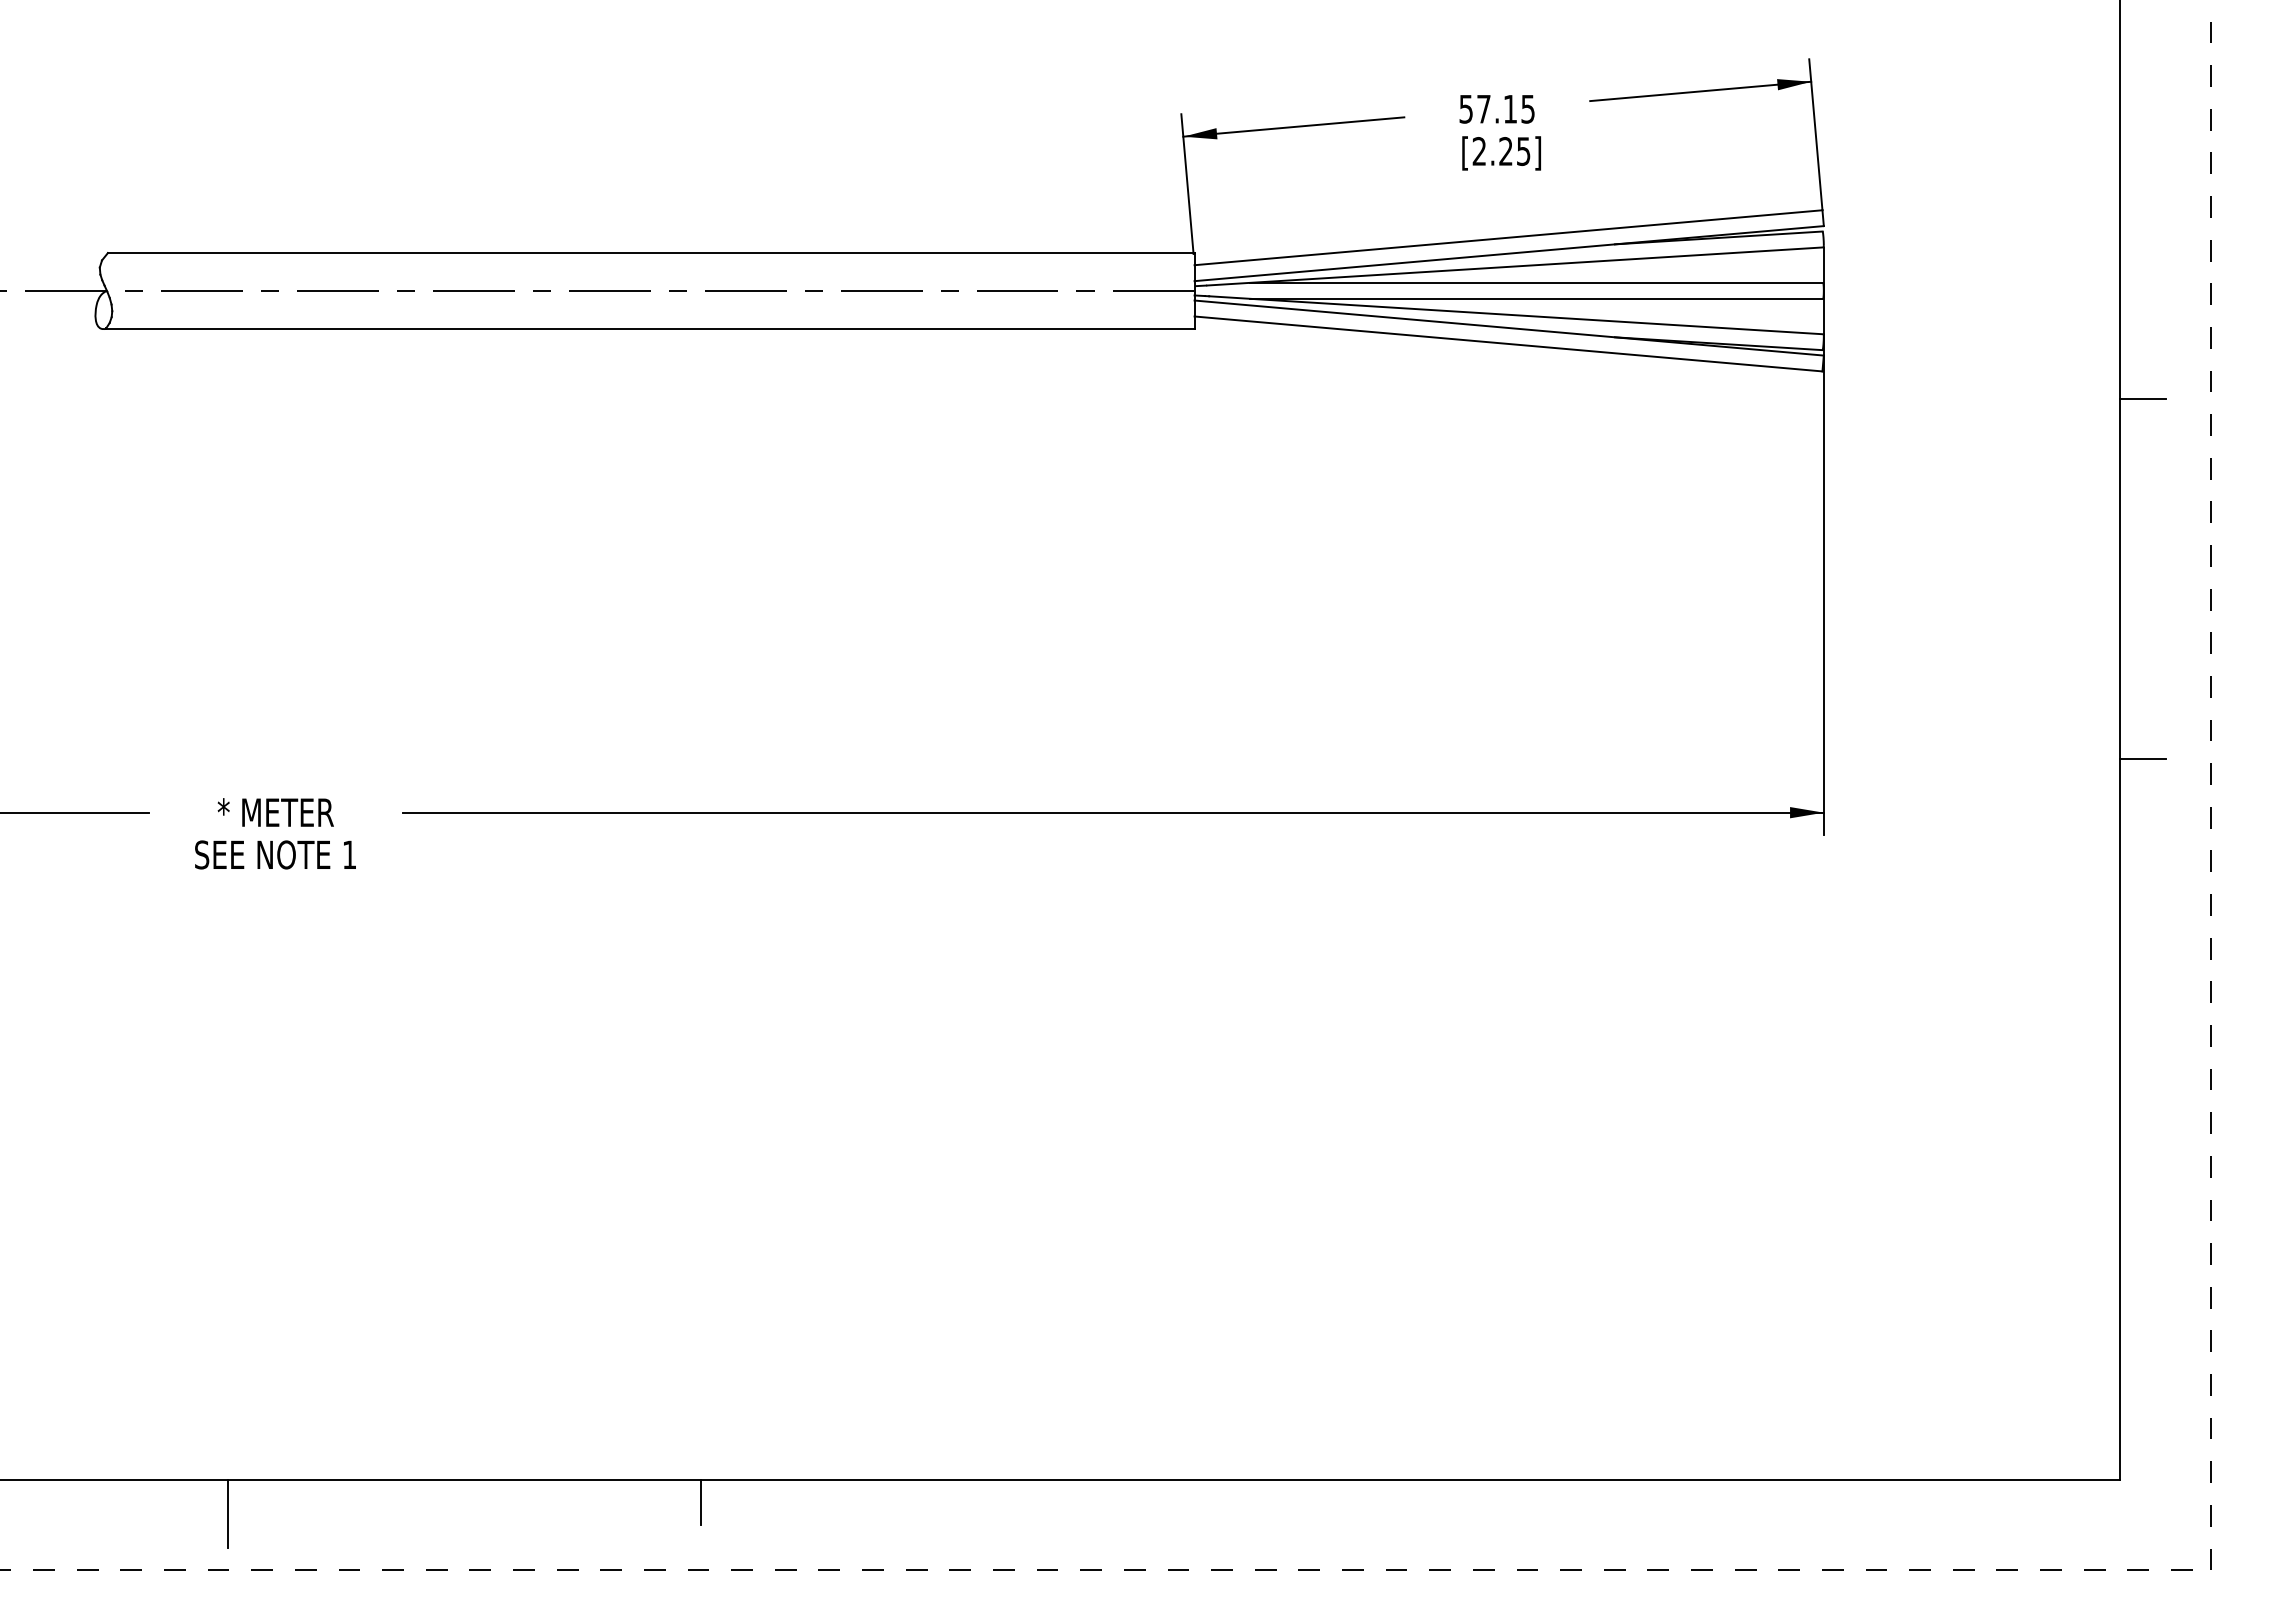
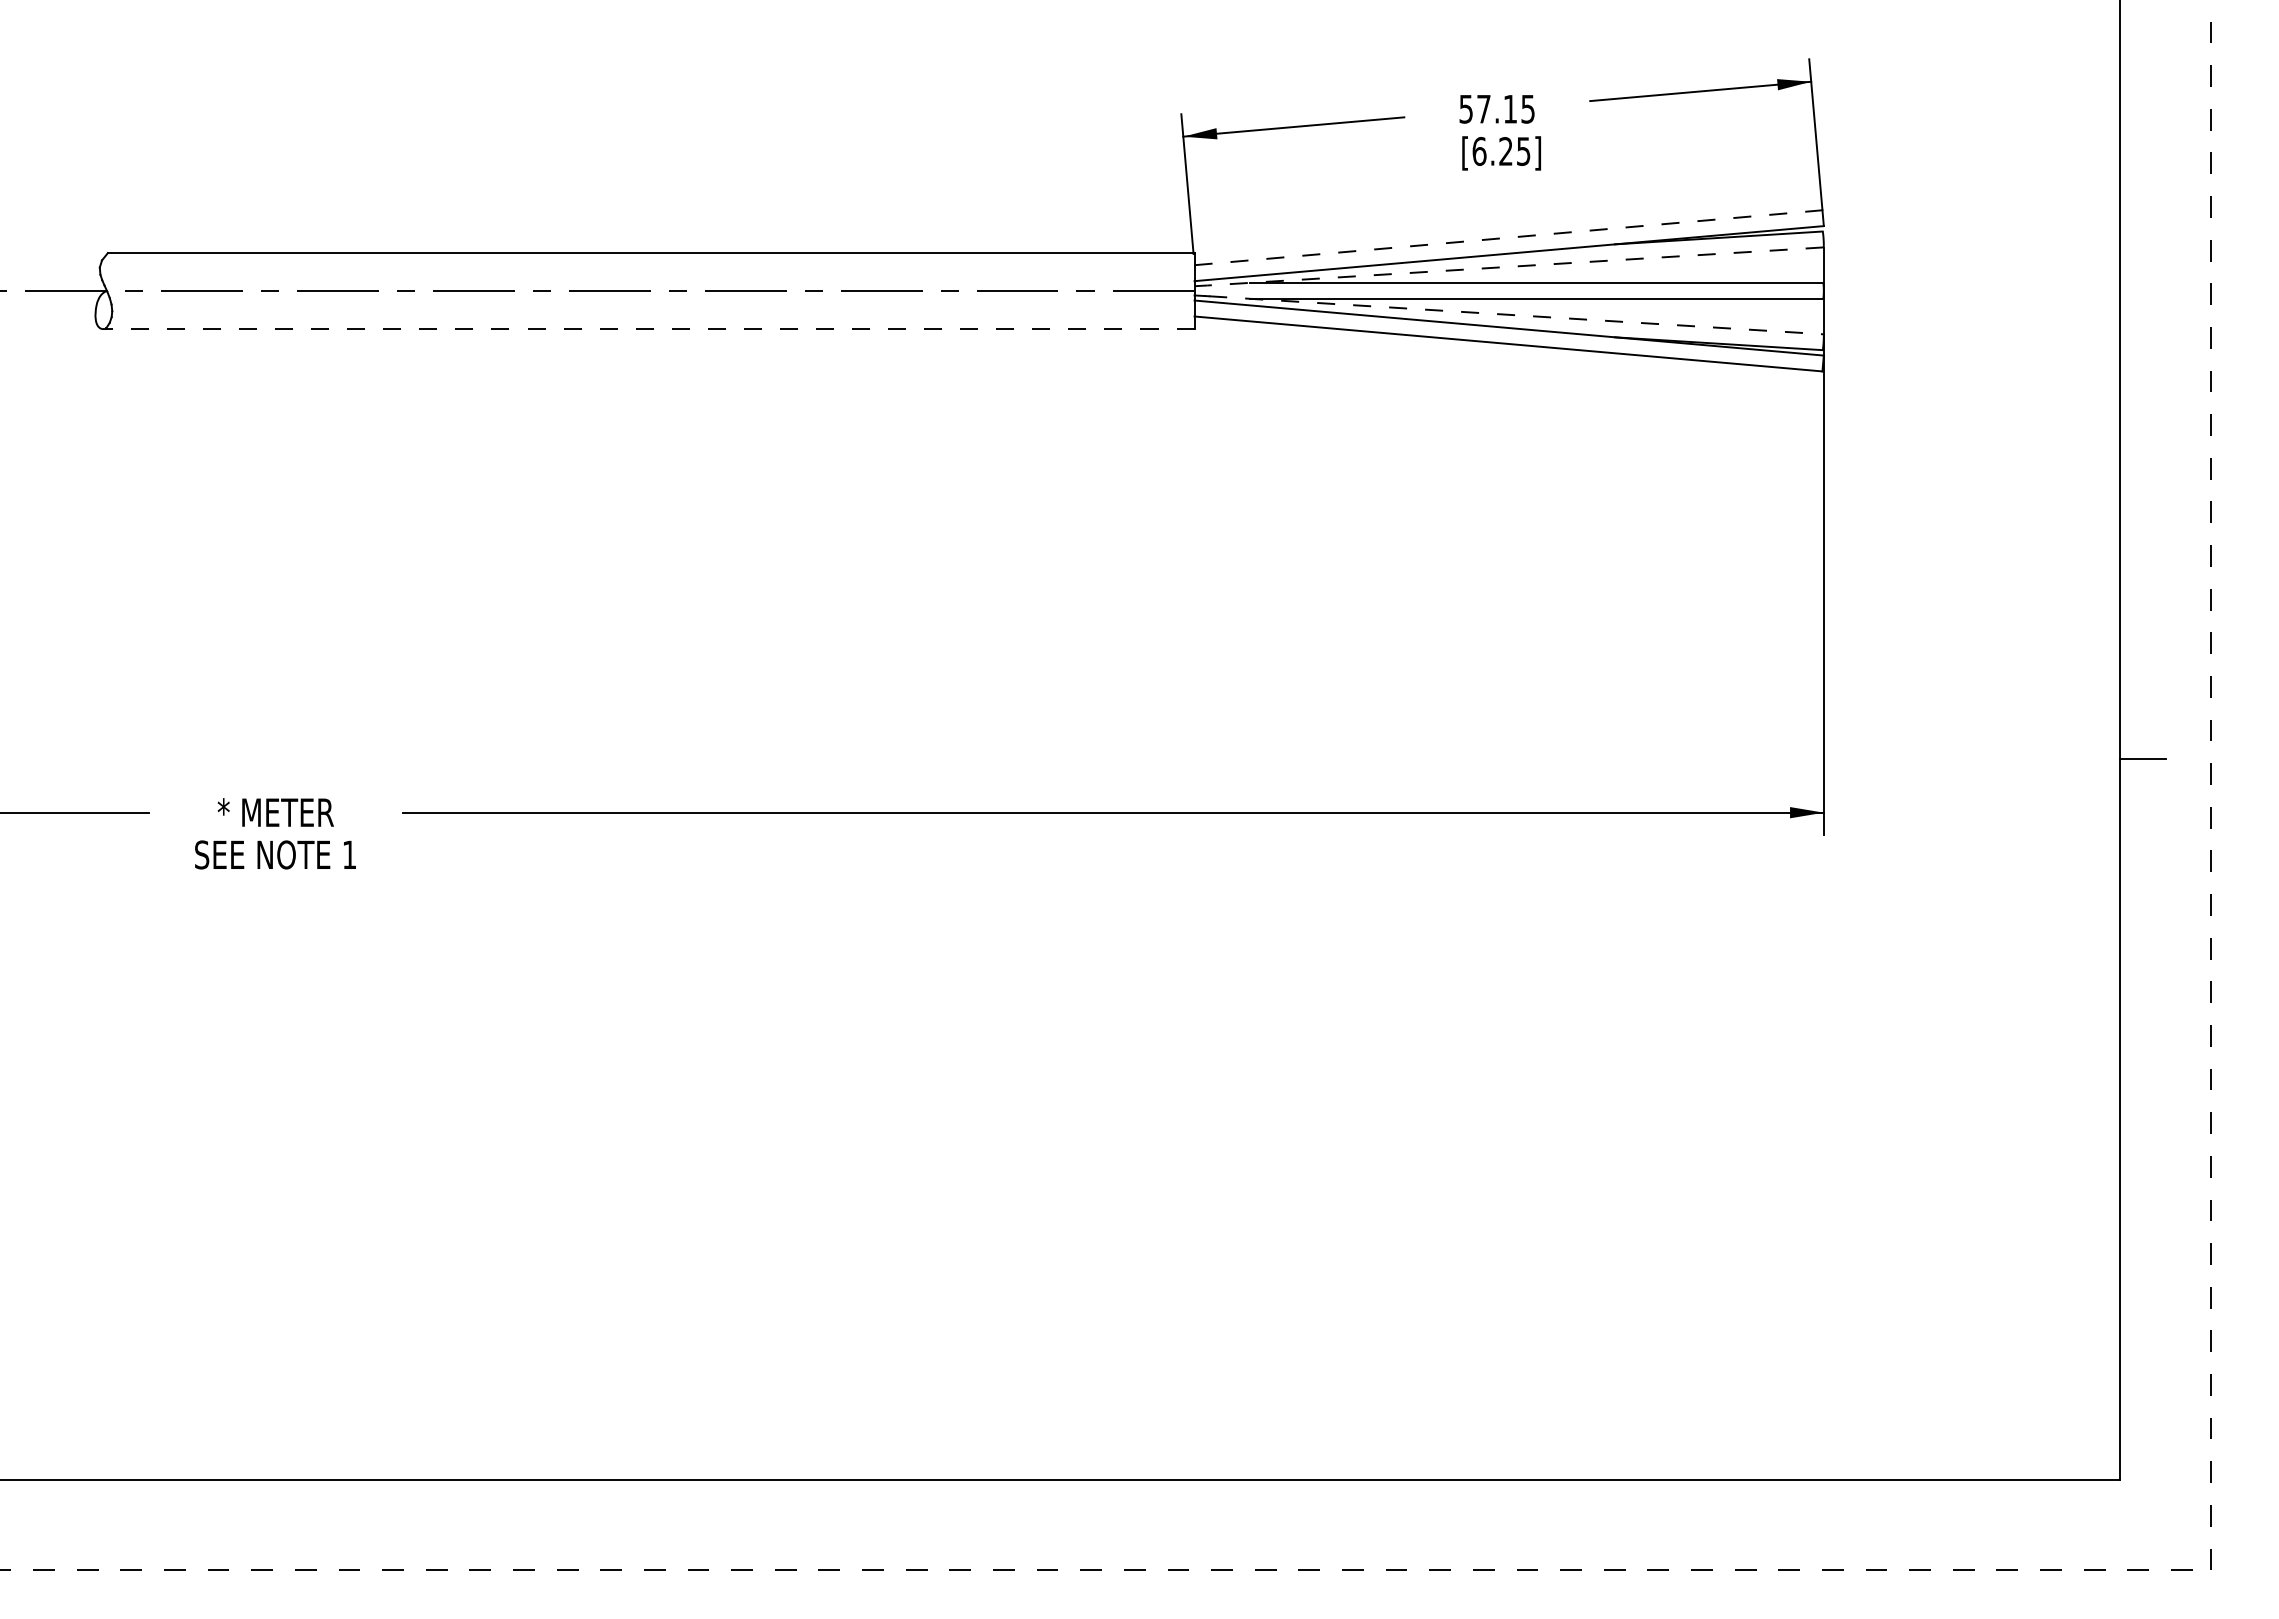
text at (1479, 151): [2.25] -> [6.25]
line at (1509, 237): solid -> dashed
line at (1515, 266): solid -> dashed
line at (1516, 315): solid -> dashed
line at (649, 328): solid -> dashed
line at (2142, 398): present -> none
line at (700, 1502): present -> none
line at (227, 1514): present -> none
